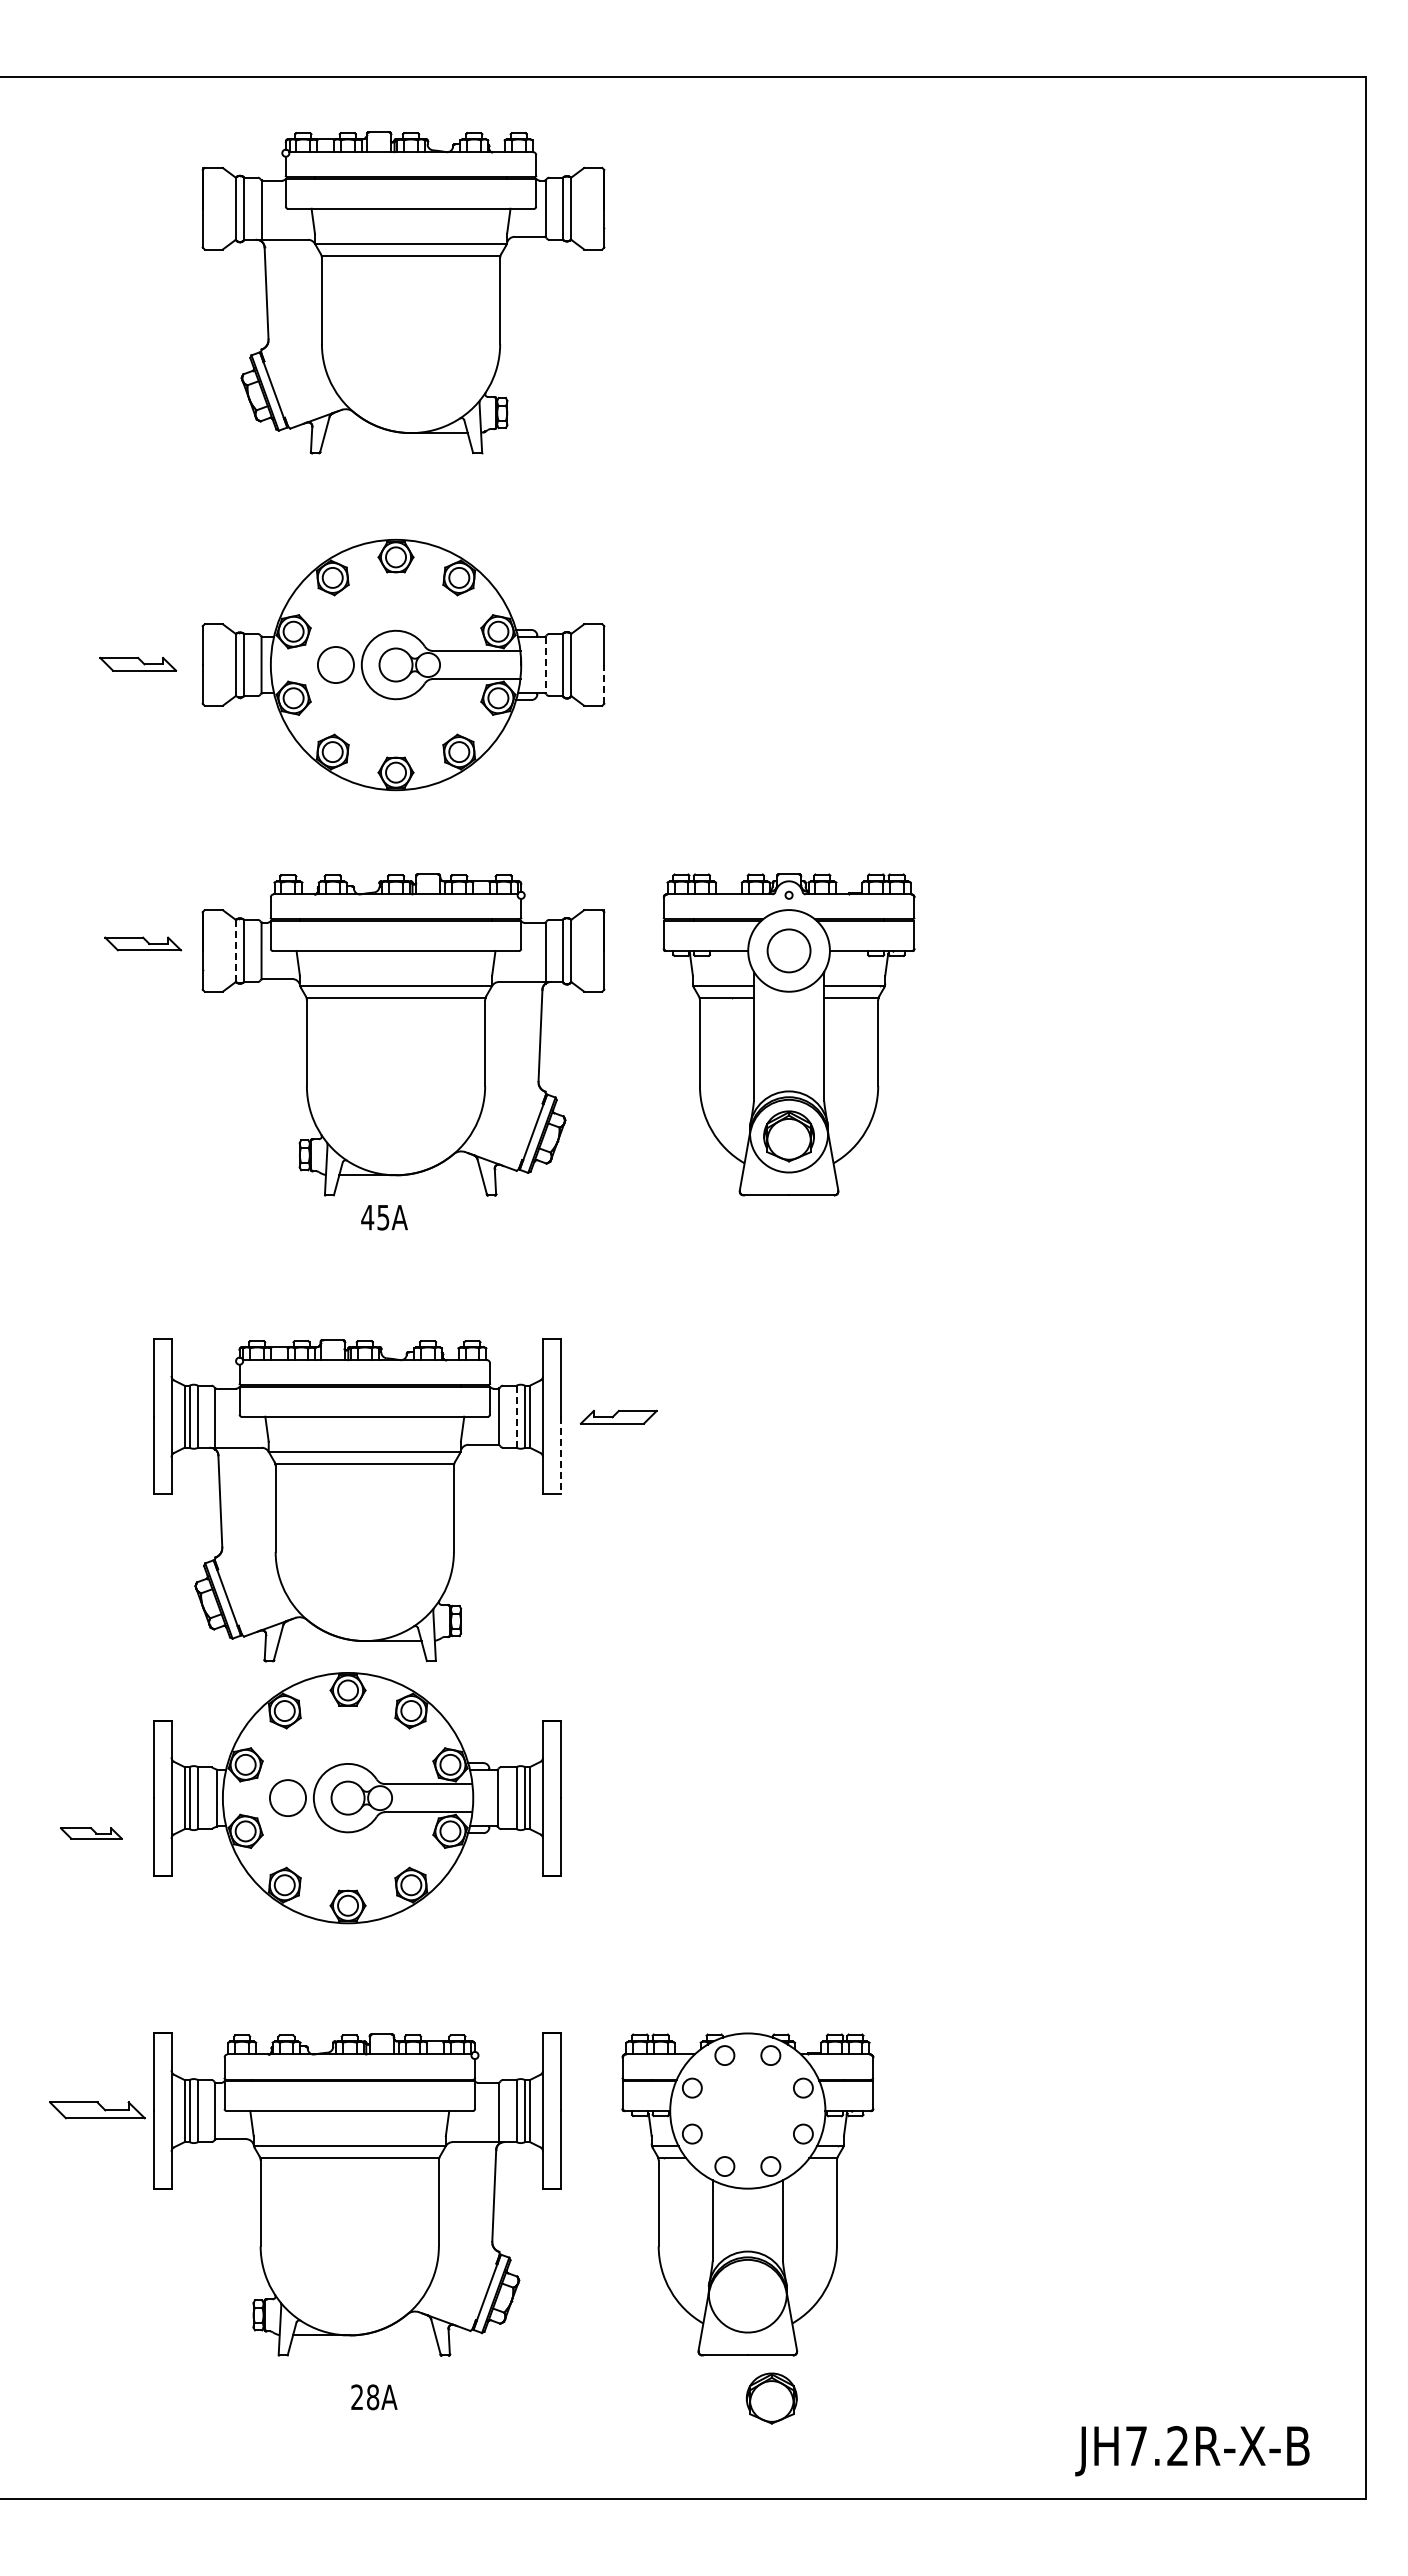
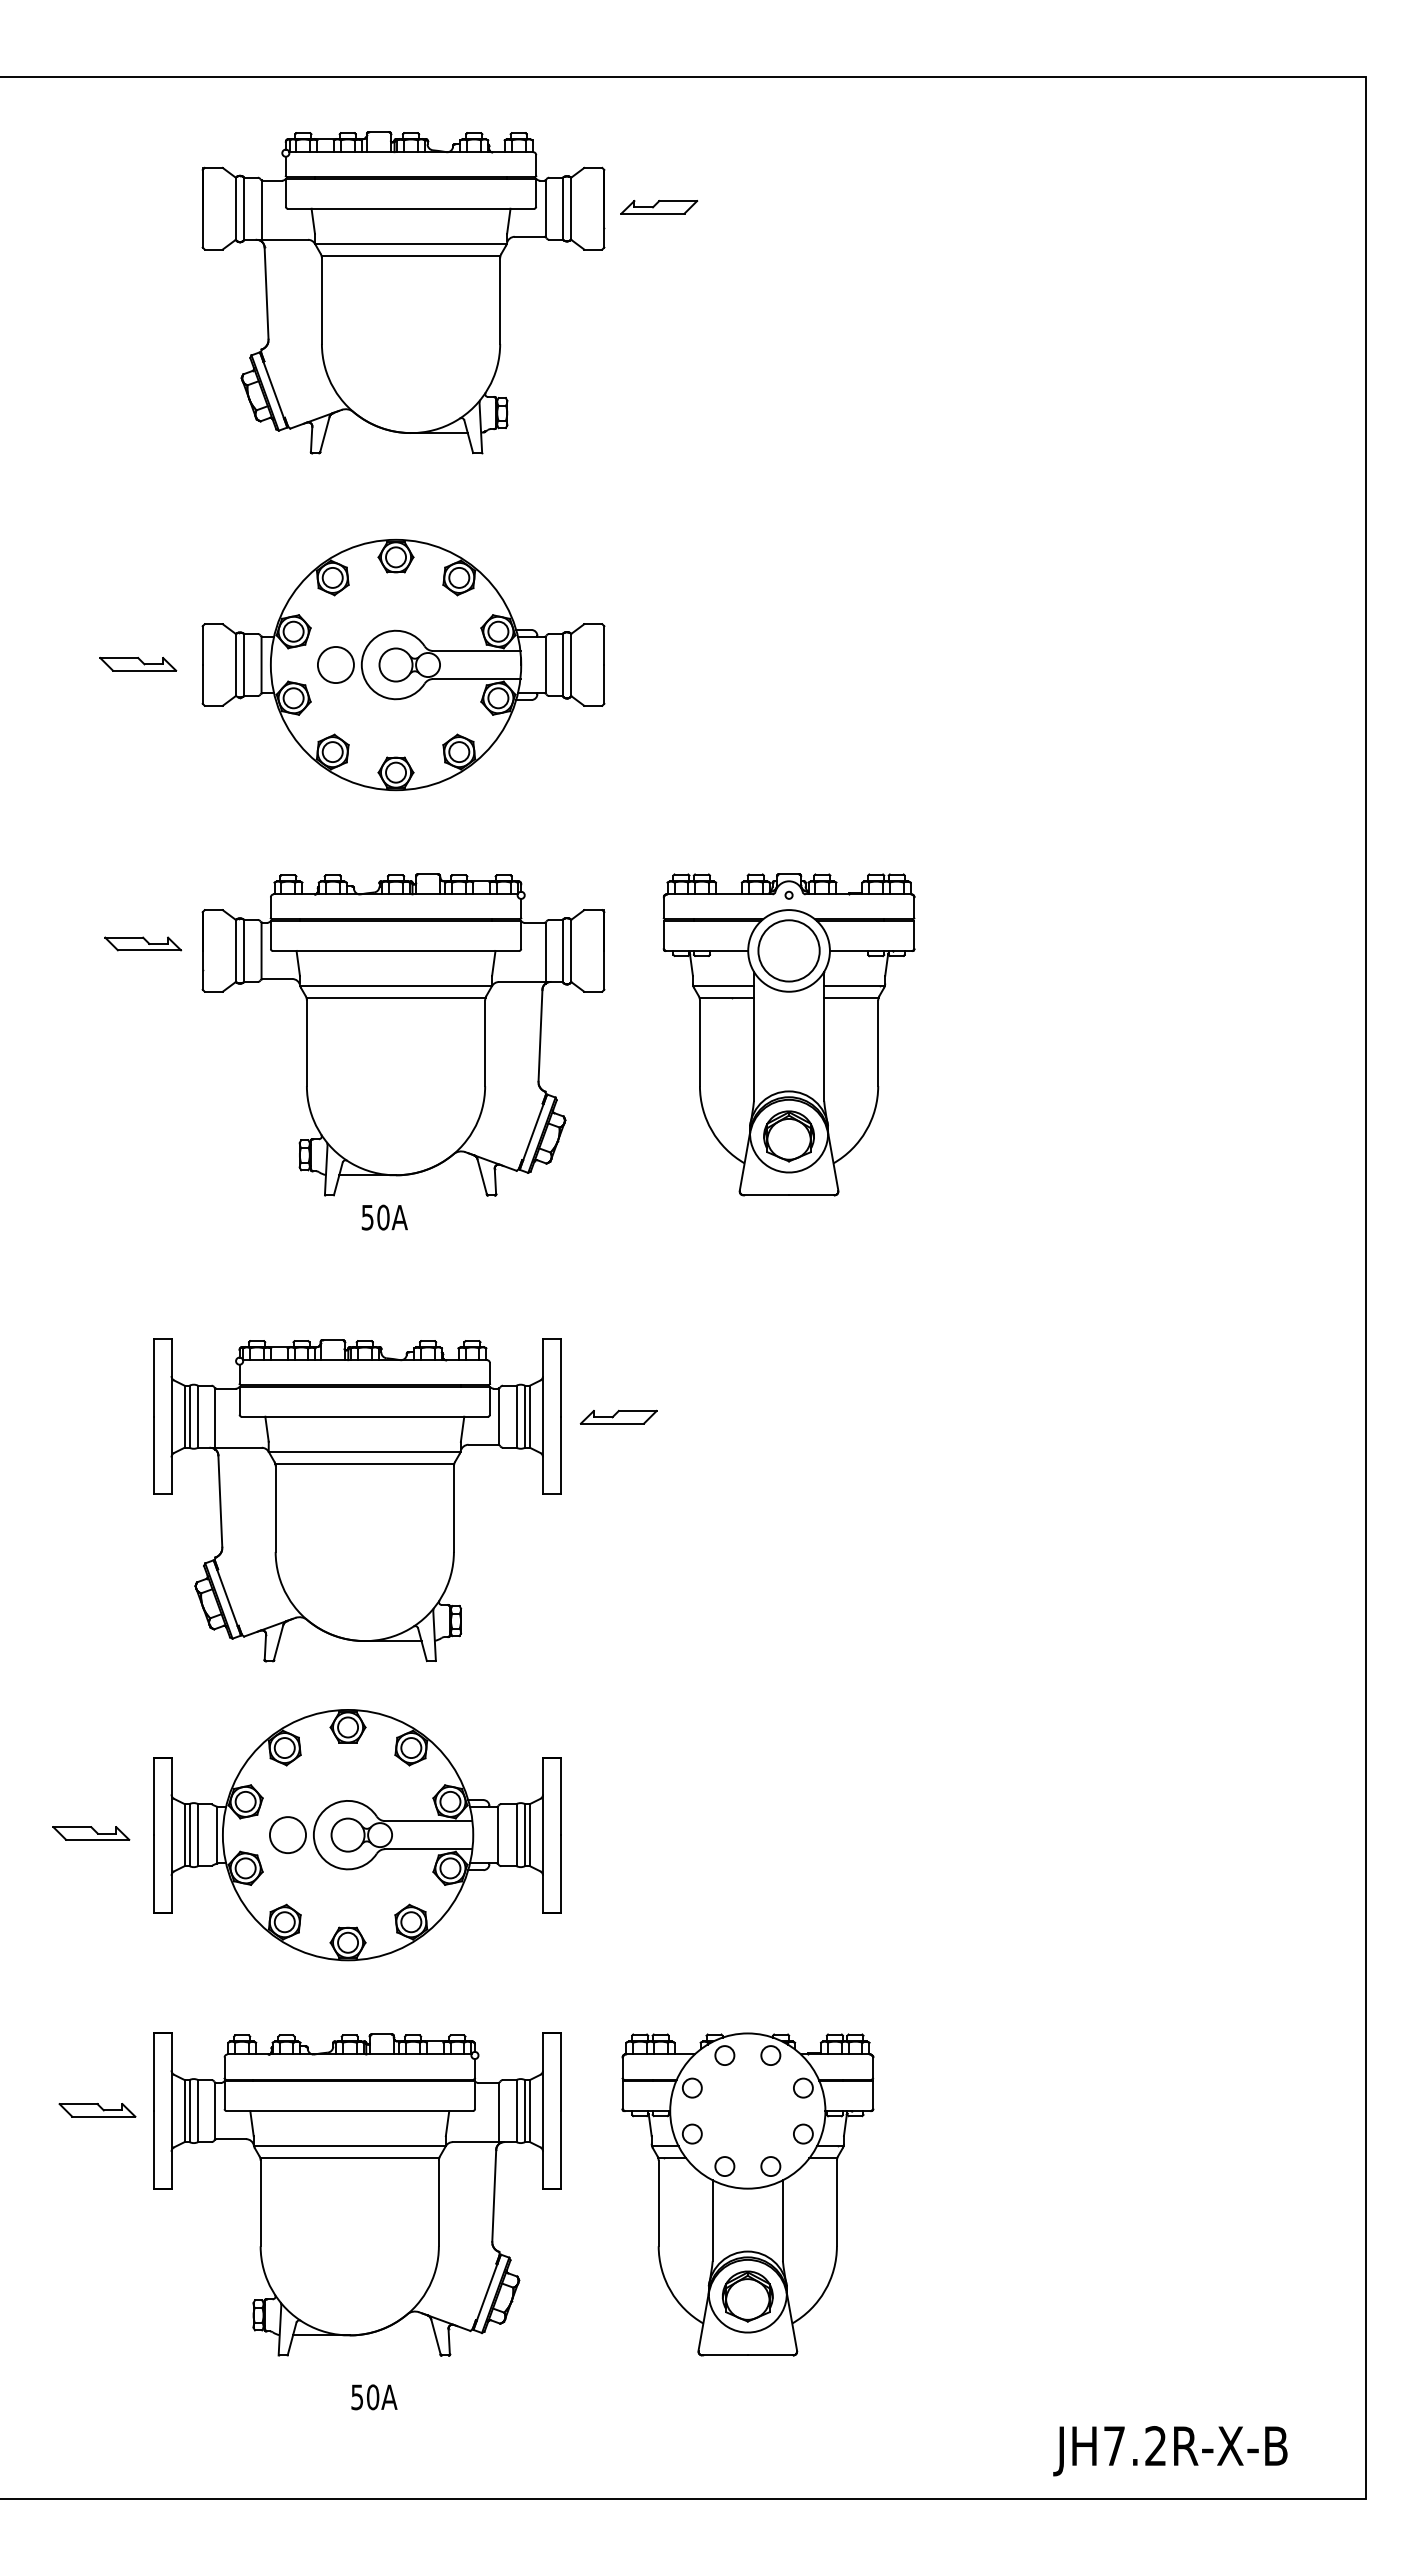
part at (659, 207): none -> present
line at (545, 665): dashed -> solid
line at (604, 683): dashed -> solid
circle at (788, 950) diameter: 43 px -> 61 px
line at (235, 951): dashed -> solid
text at (375, 1217): 45A -> 50A
line at (516, 1417): dashed -> solid
line at (561, 1455): dashed -> solid
part at (357, 1798) position: (357, 1798) -> (357, 1835)
part at (91, 1833) size: 63x13 px -> 79x15 px
part at (97, 2110) size: 97x19 px -> 79x15 px
text at (365, 2397): 28A -> 50A
part at (771, 2398) position: (771, 2398) -> (747, 2296)
text at (1192, 2451) position: (1192, 2451) -> (1170, 2451)
